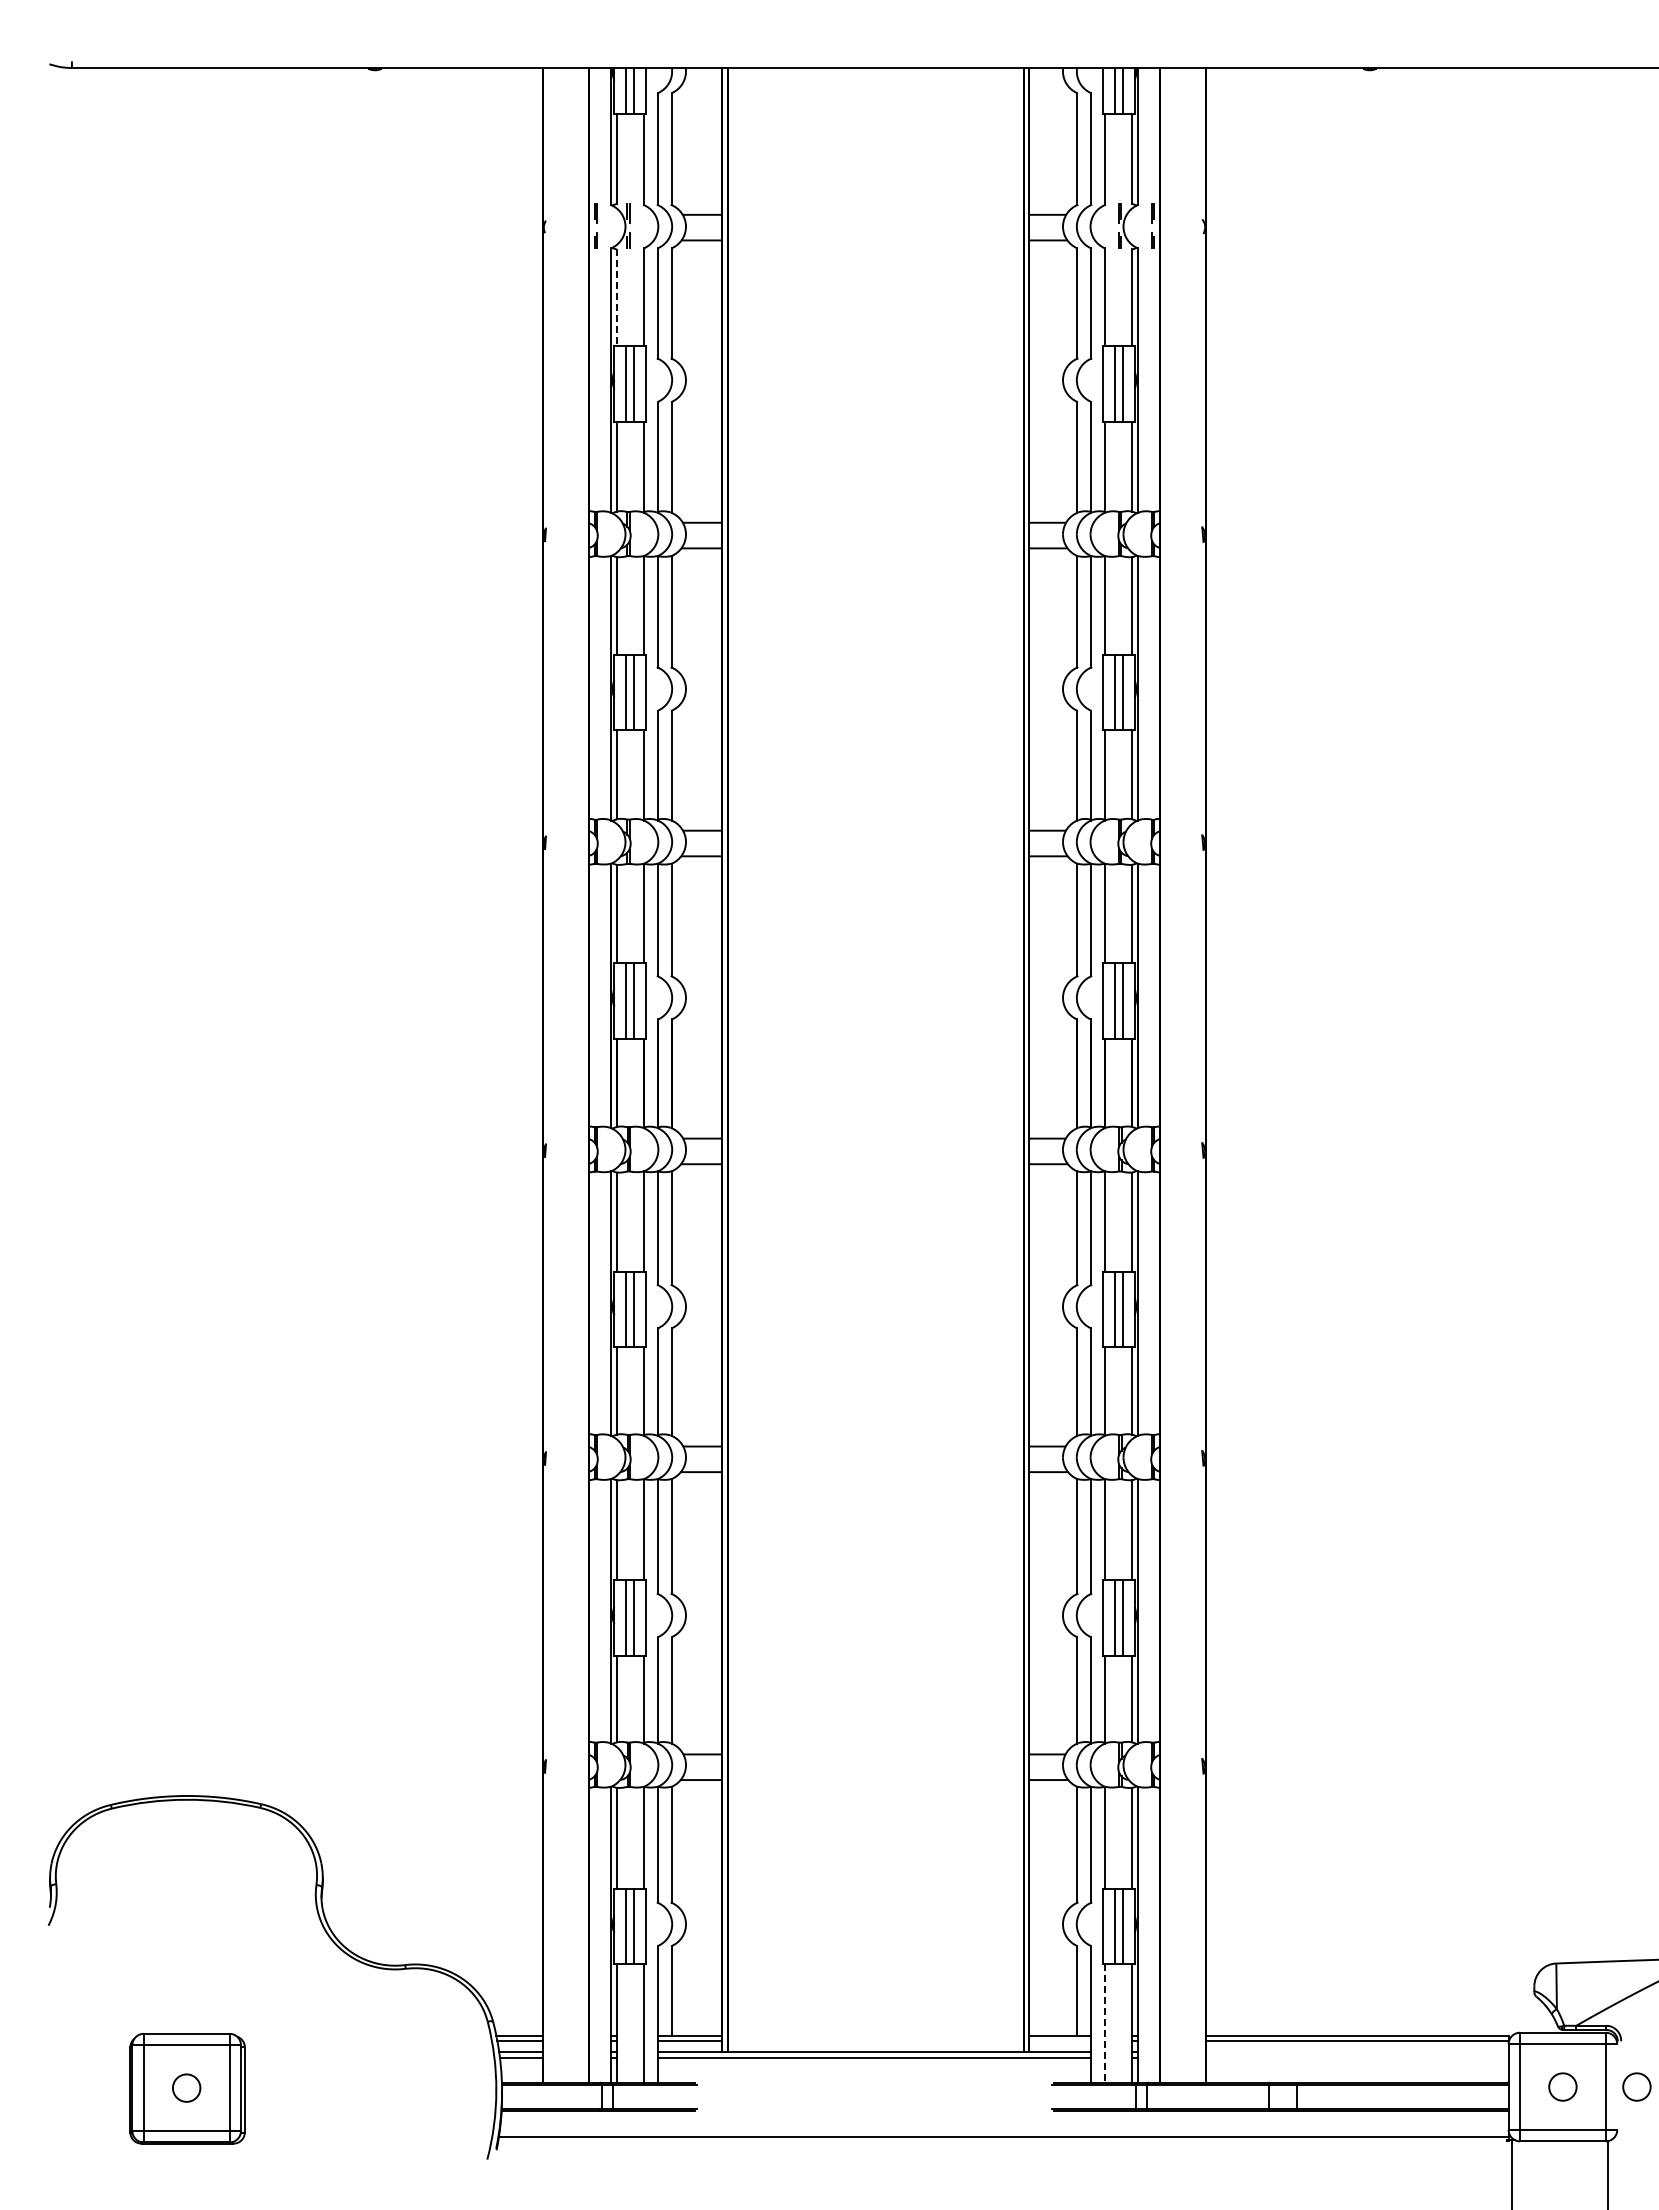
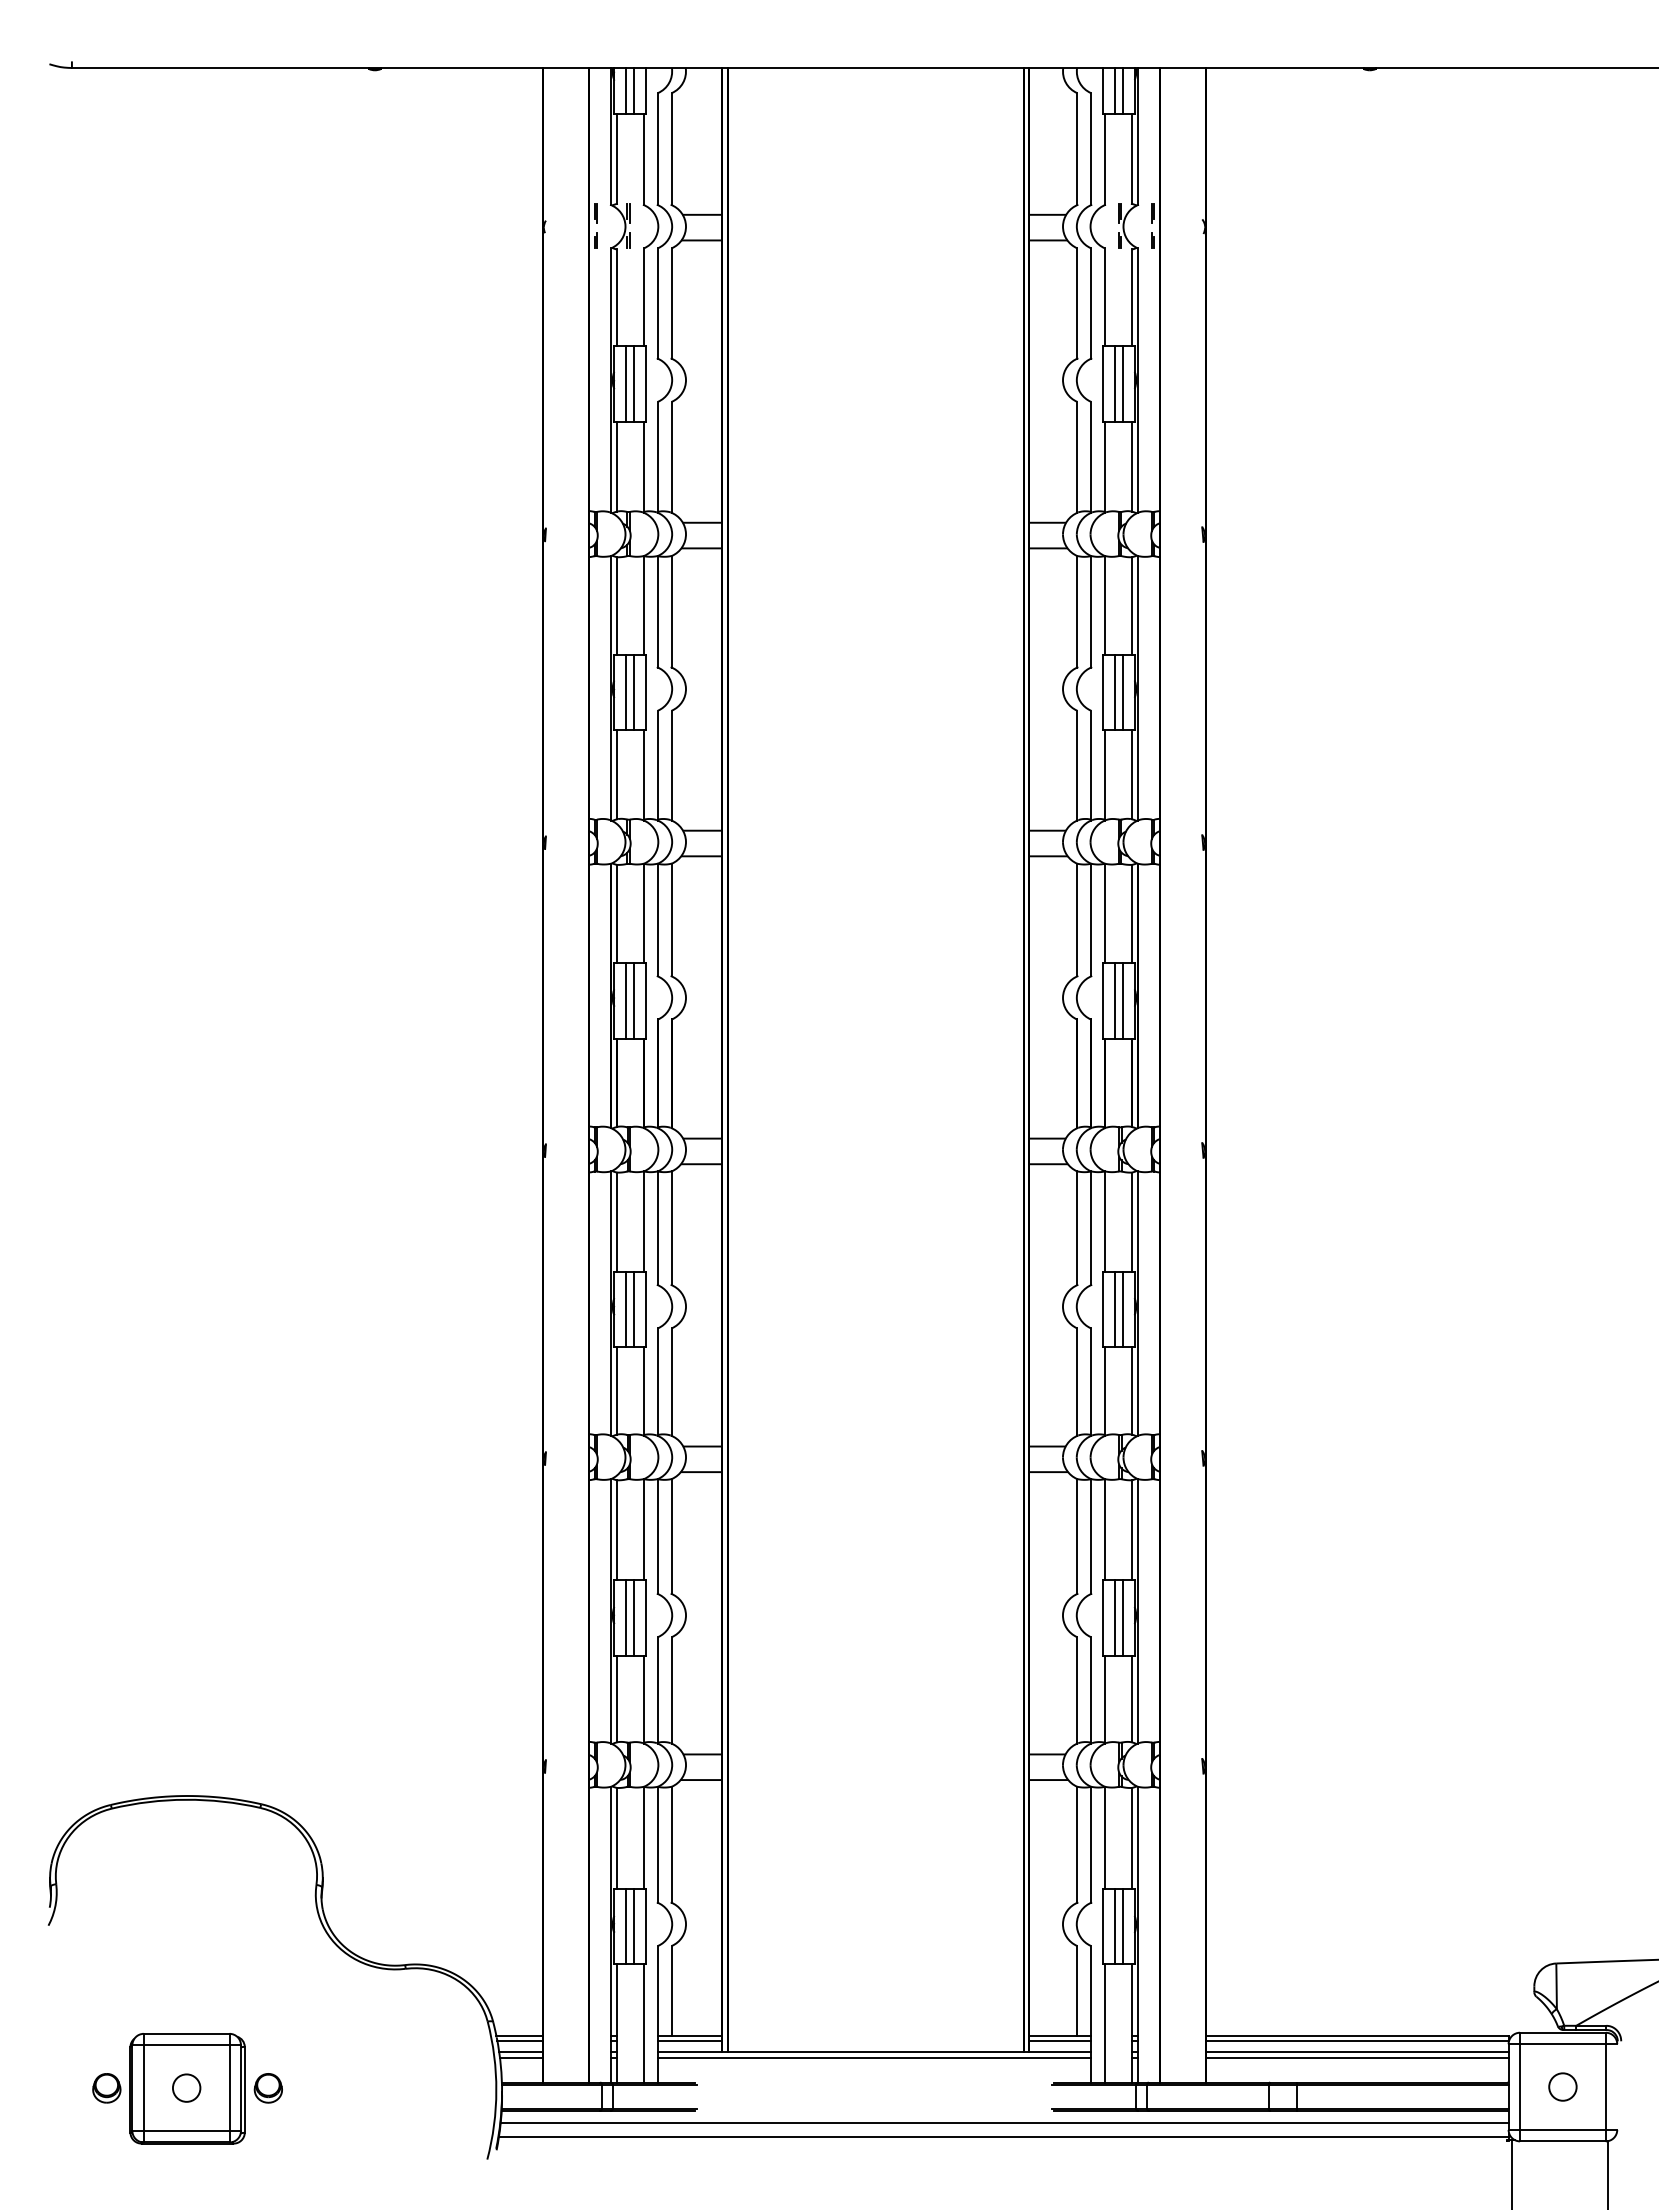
line at (616, 298): dashed -> solid
line at (1104, 2023): dashed -> solid
line at (1059, 2040): none -> present
line at (1356, 2052): none -> present
line at (1356, 2057): none -> present
circle at (1636, 2086): present -> none
part at (106, 2088): none -> present
part at (267, 2088): none -> present
line at (1004, 2122): none -> present
